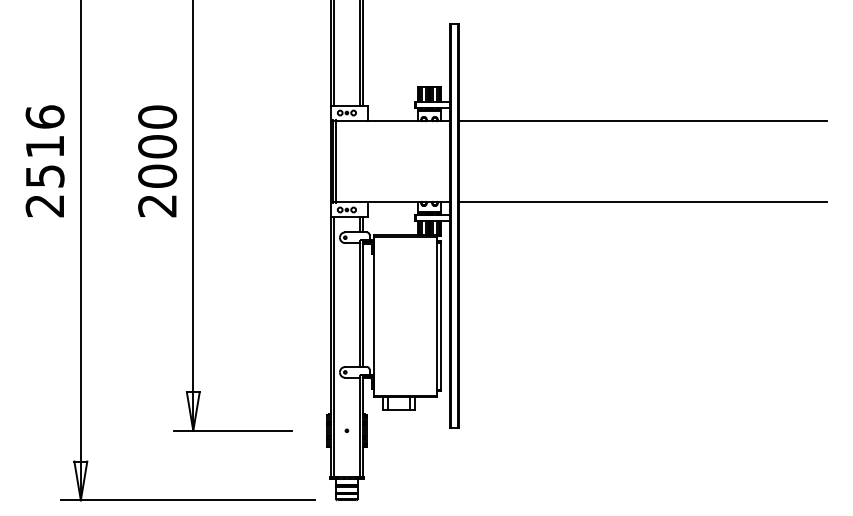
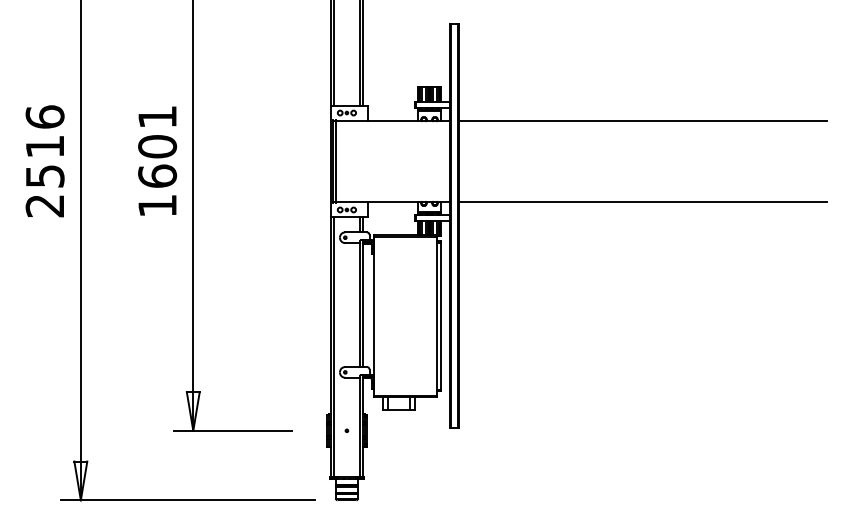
text at (157, 161): 2000 -> 1601
